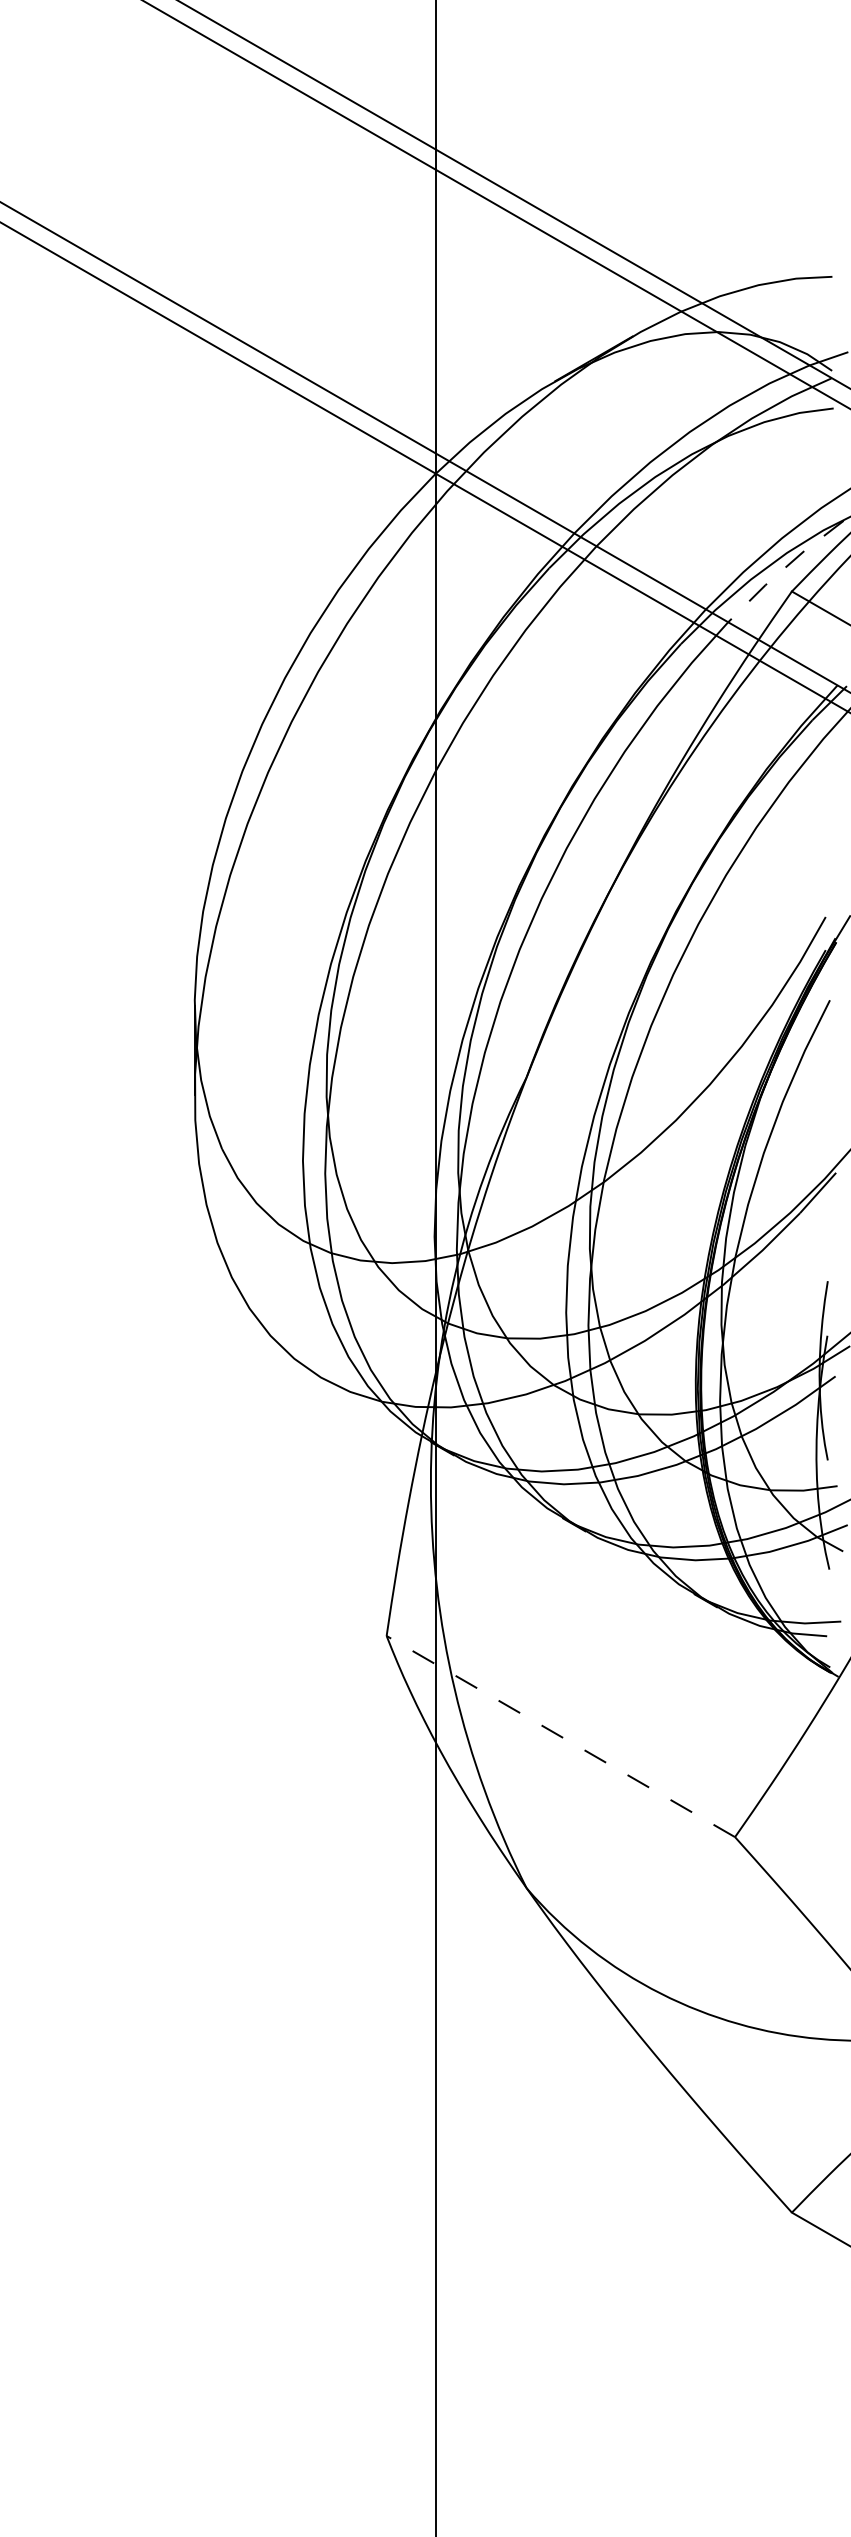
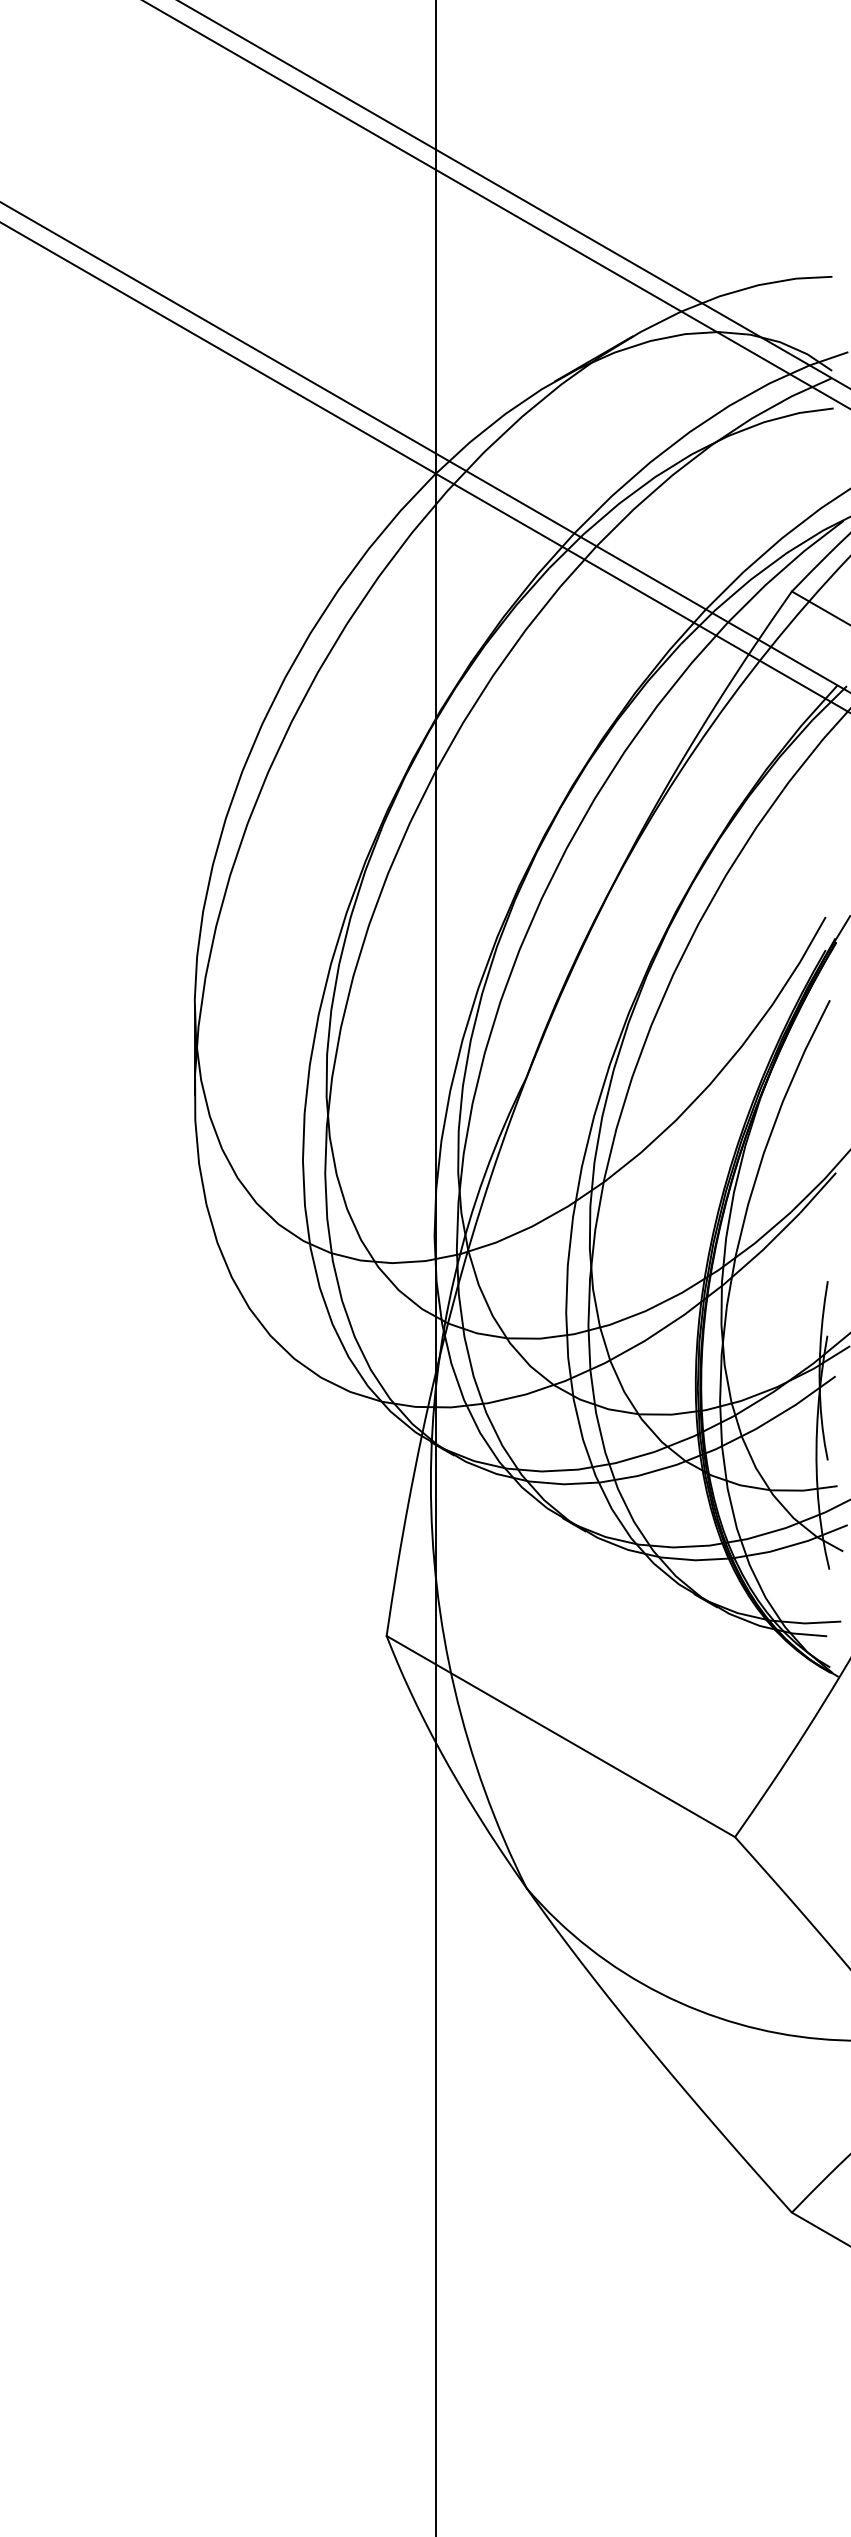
line at (783, 569): dashed -> solid
line at (560, 1736): dashed -> solid
